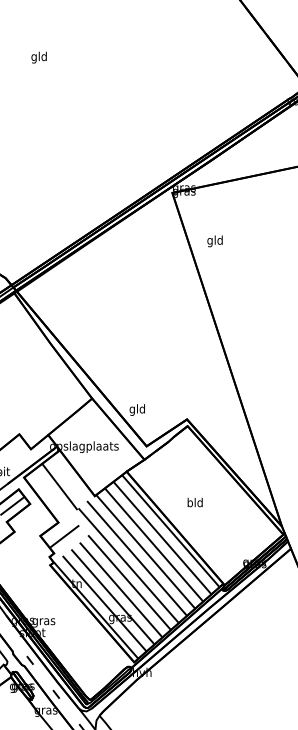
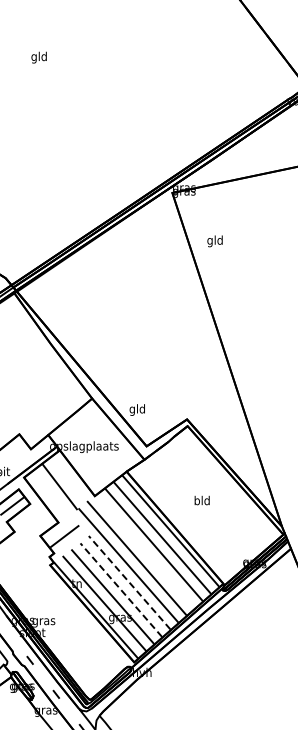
text at (194, 502) position: (194, 502) -> (201, 500)
line at (145, 551): present -> none
line at (129, 582): solid -> dashed
line at (120, 589): solid -> dashed
